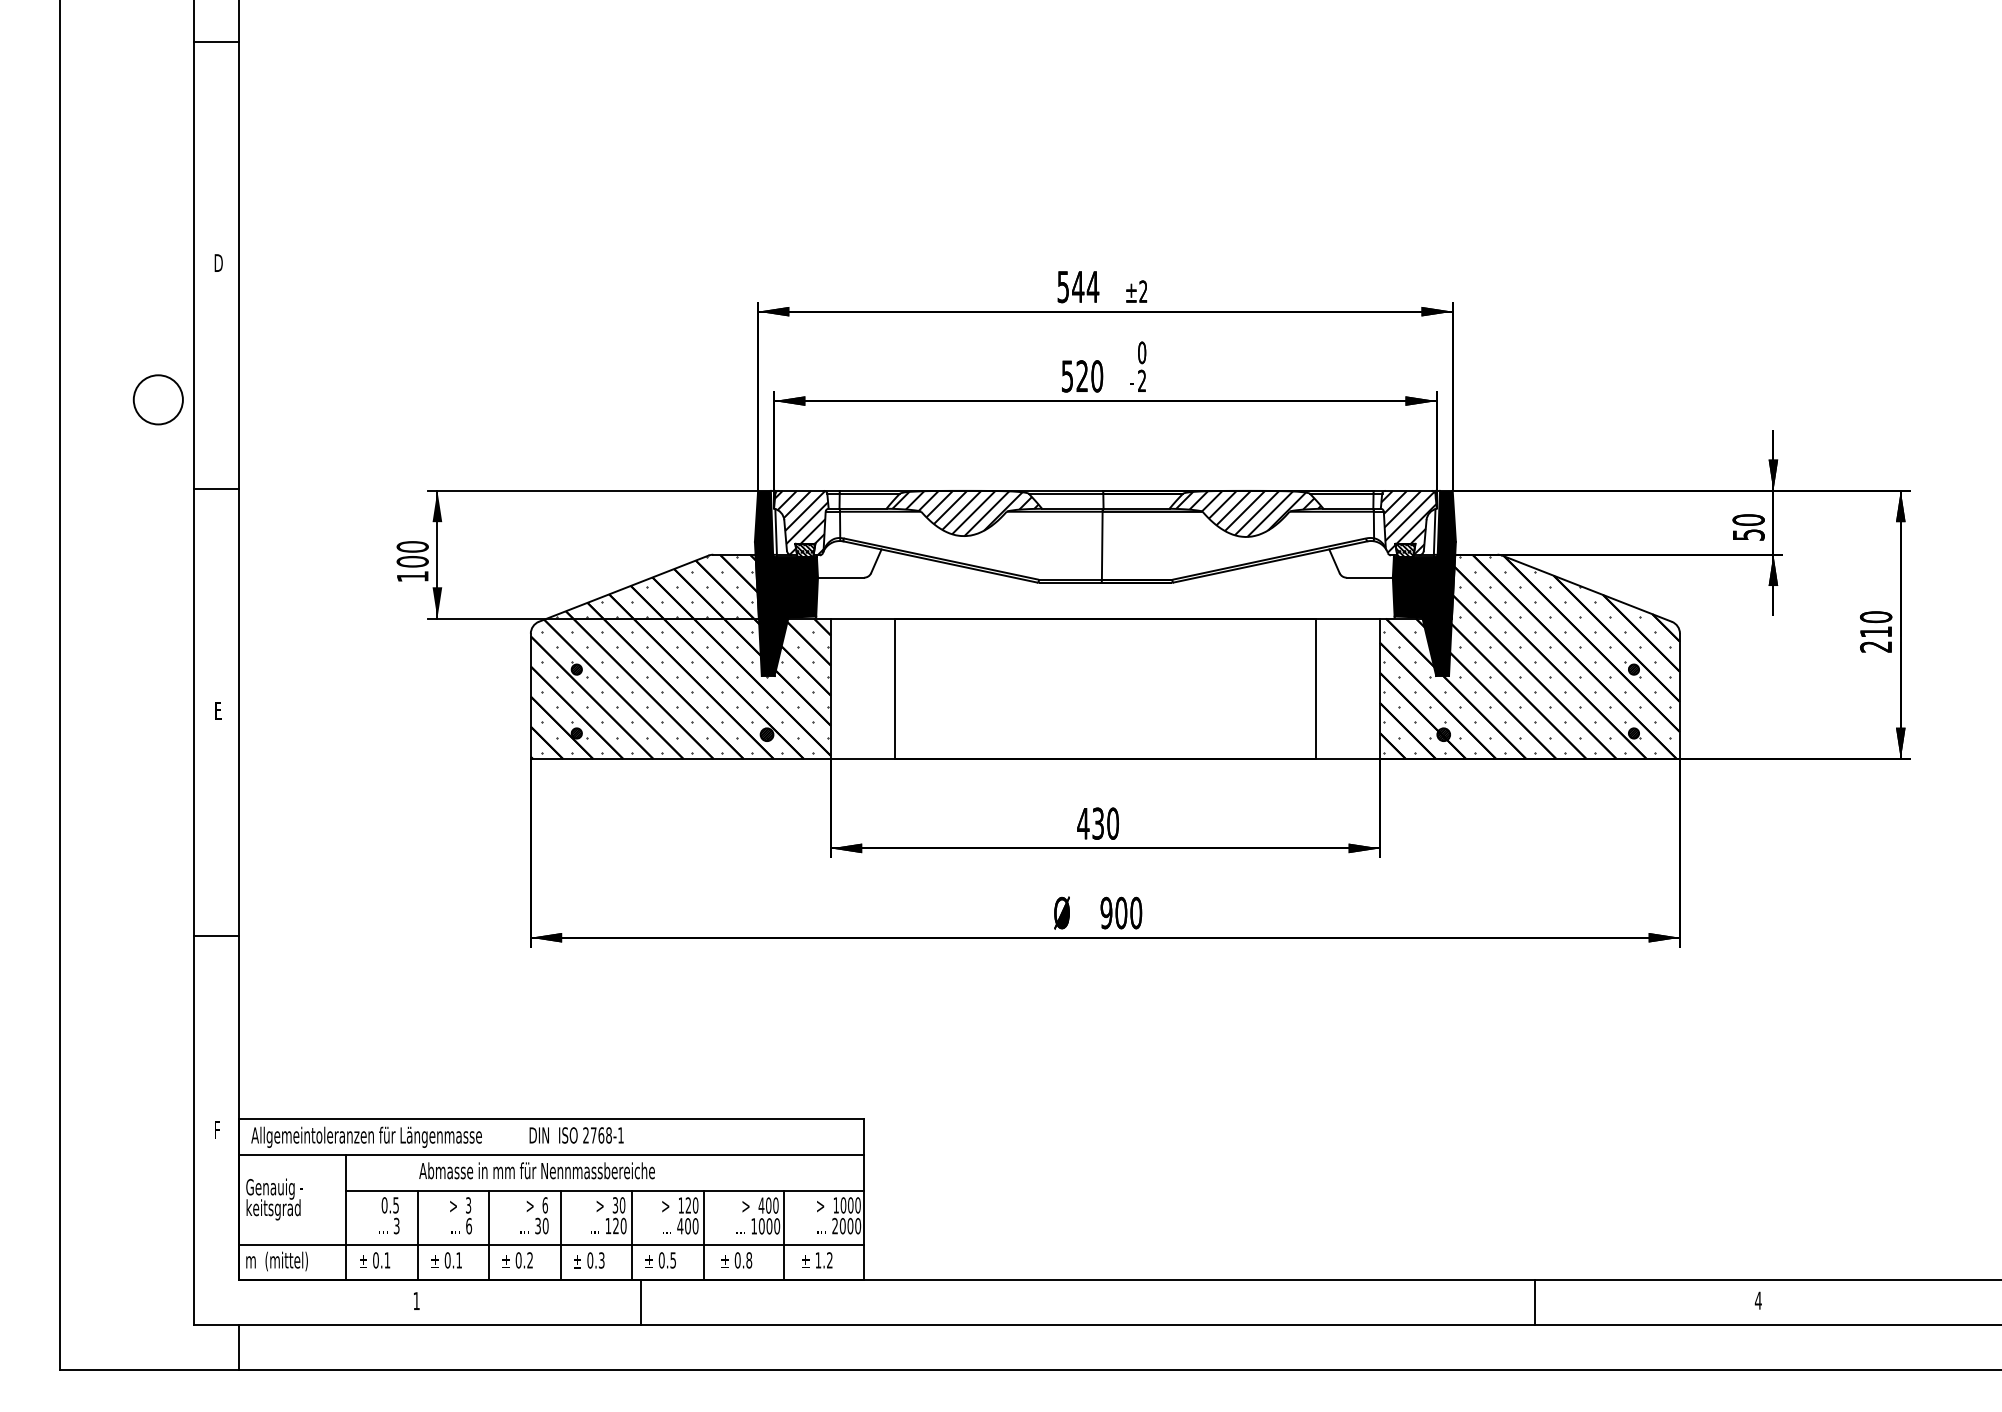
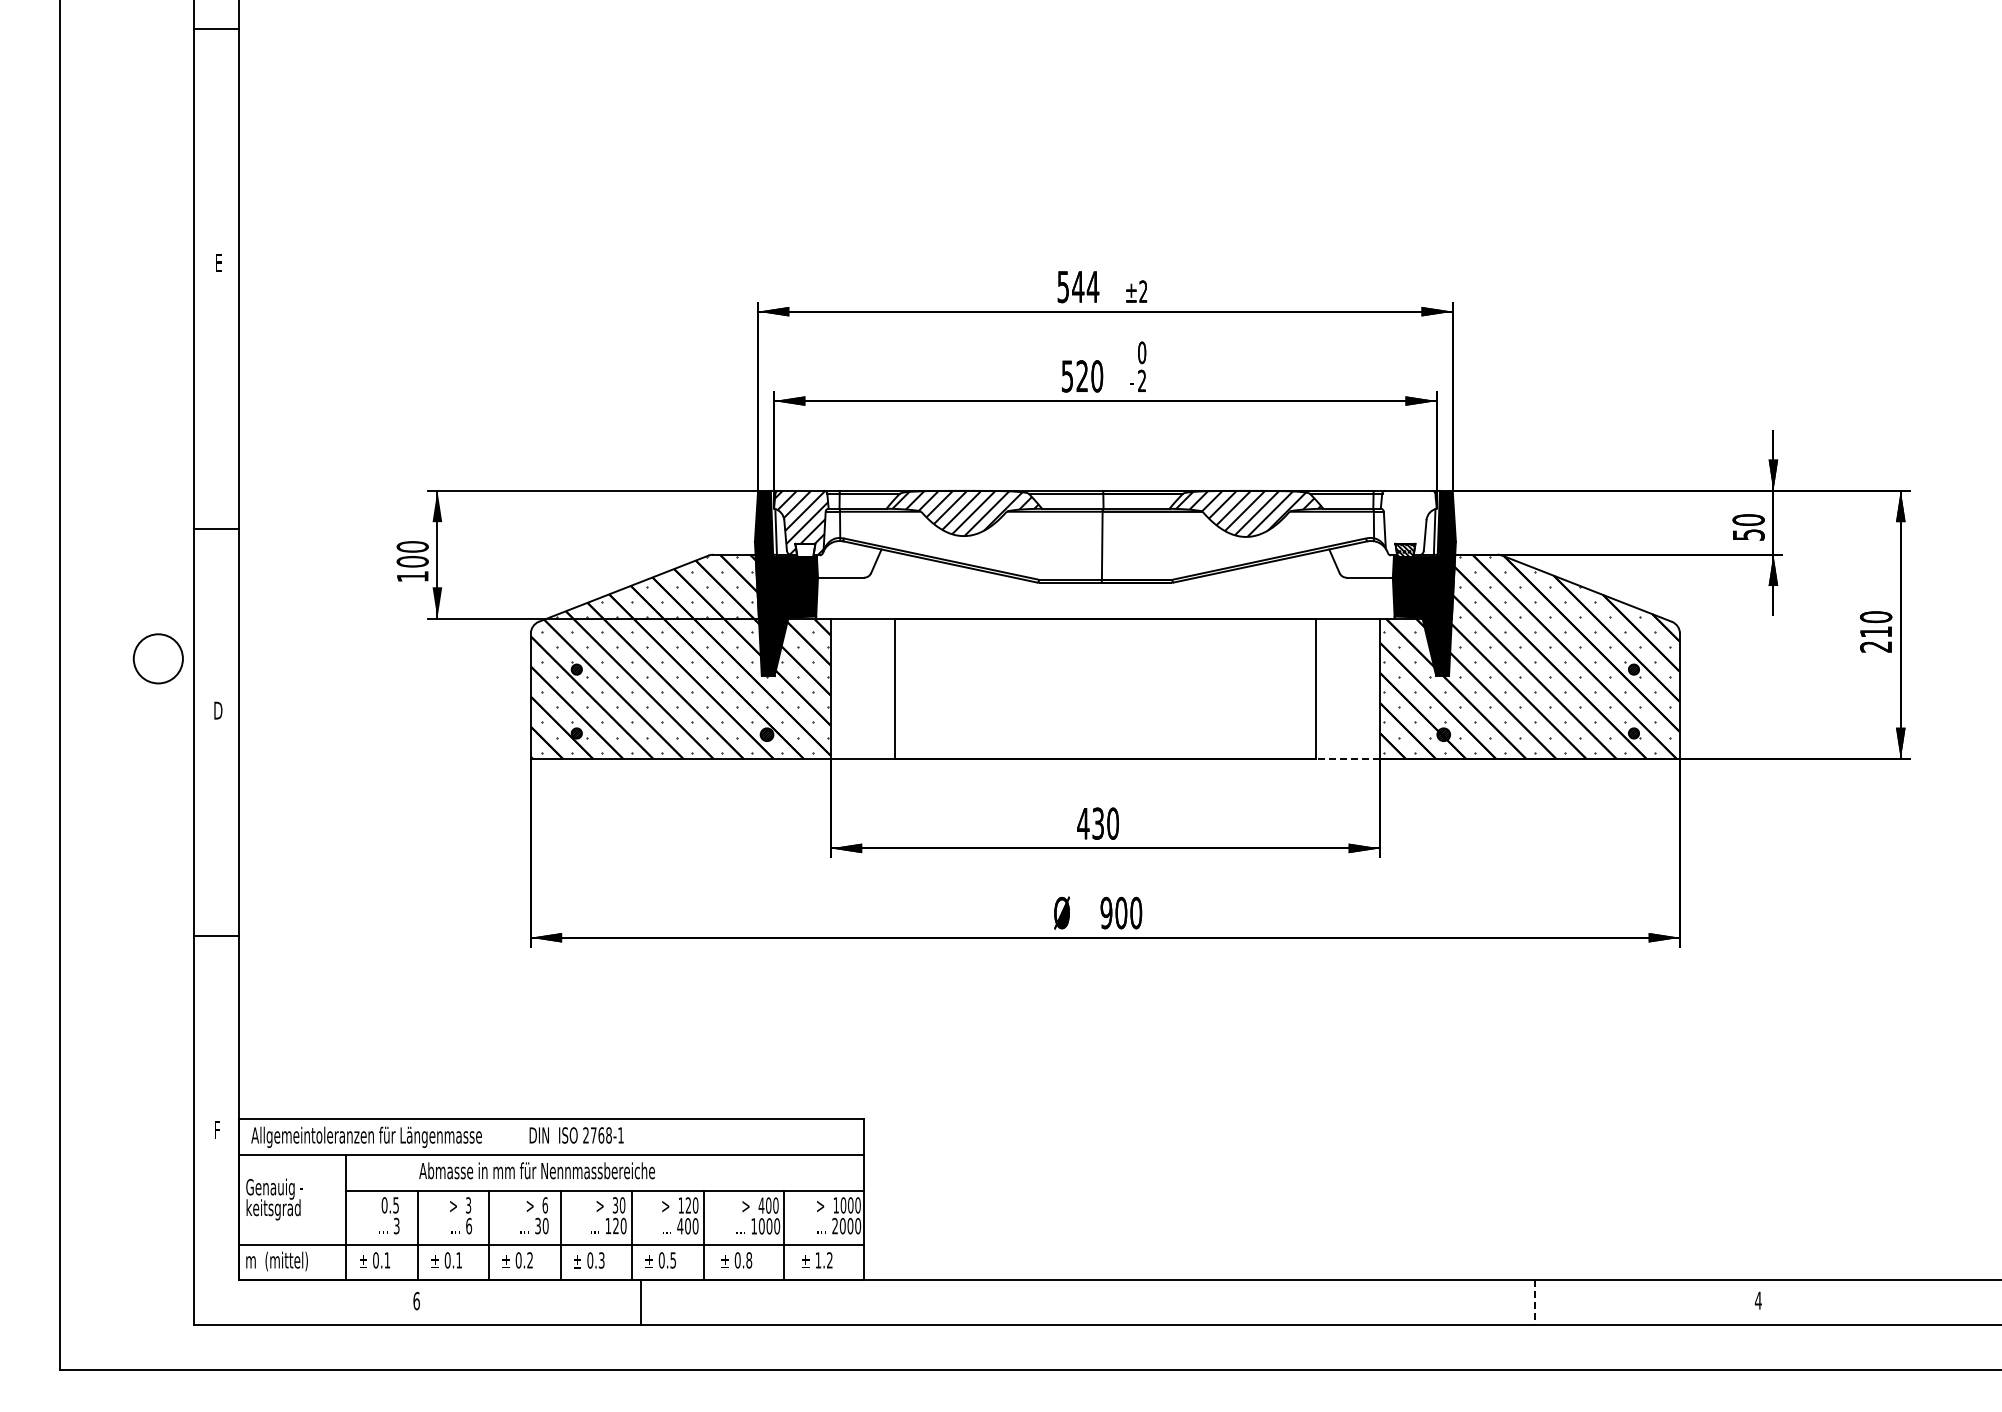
line at (216, 42) position: (216, 42) -> (216, 29)
text at (218, 262): D -> E
circle at (157, 399) position: (157, 399) -> (157, 658)
line at (216, 489) position: (216, 489) -> (216, 529)
hatch at (1408, 522): present -> none
hatch at (805, 550): present -> none
text at (218, 710): E -> D
line at (1348, 759): solid -> dashed
text at (416, 1301): 1 -> 6
line at (1534, 1303): solid -> dashed
line at (238, 1346): present -> none
